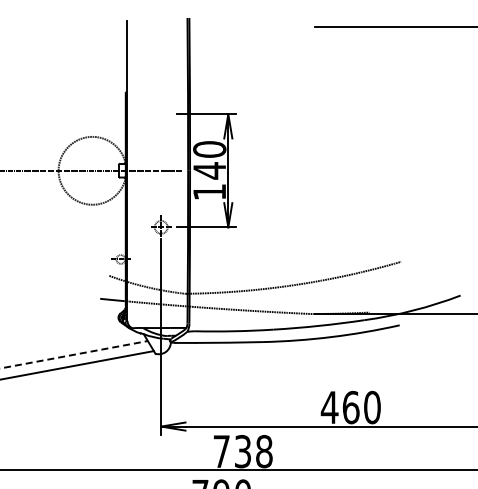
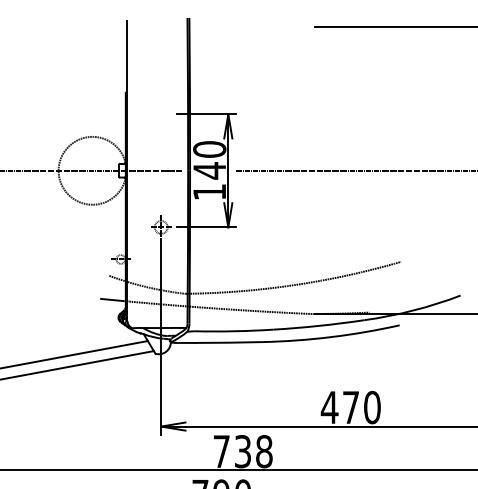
line at (355, 170): none -> present
line at (74, 354): dashed -> solid
text at (350, 407): 460 -> 470
